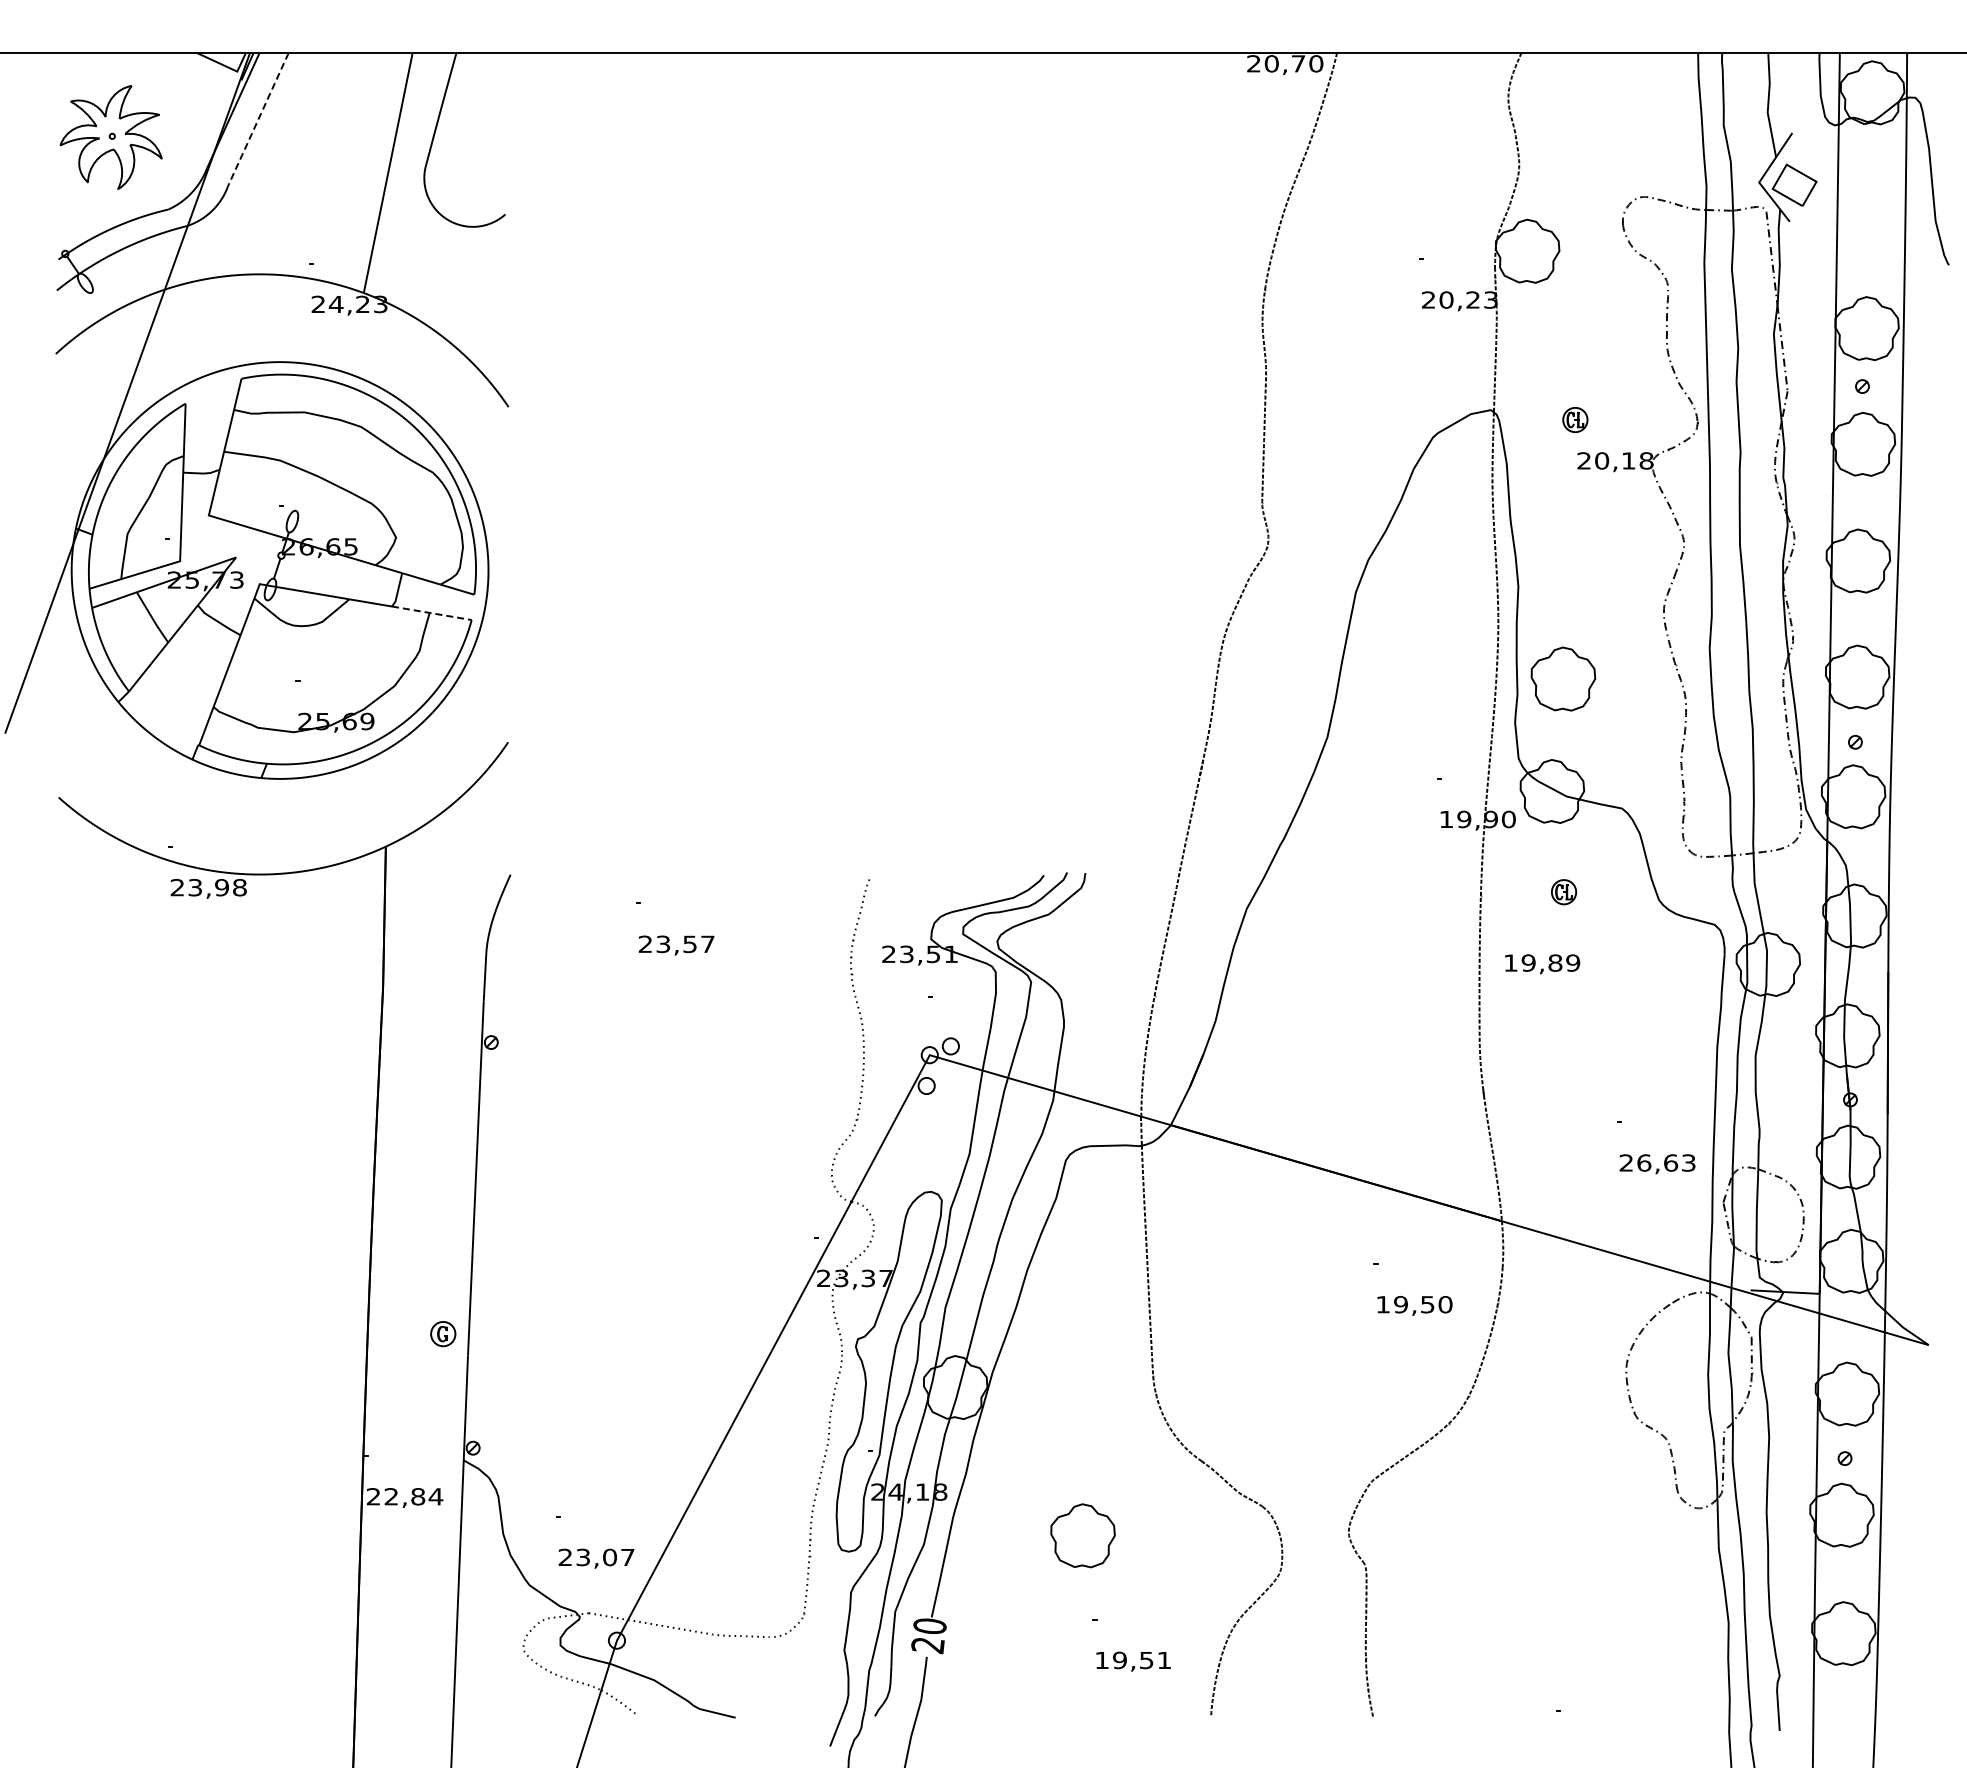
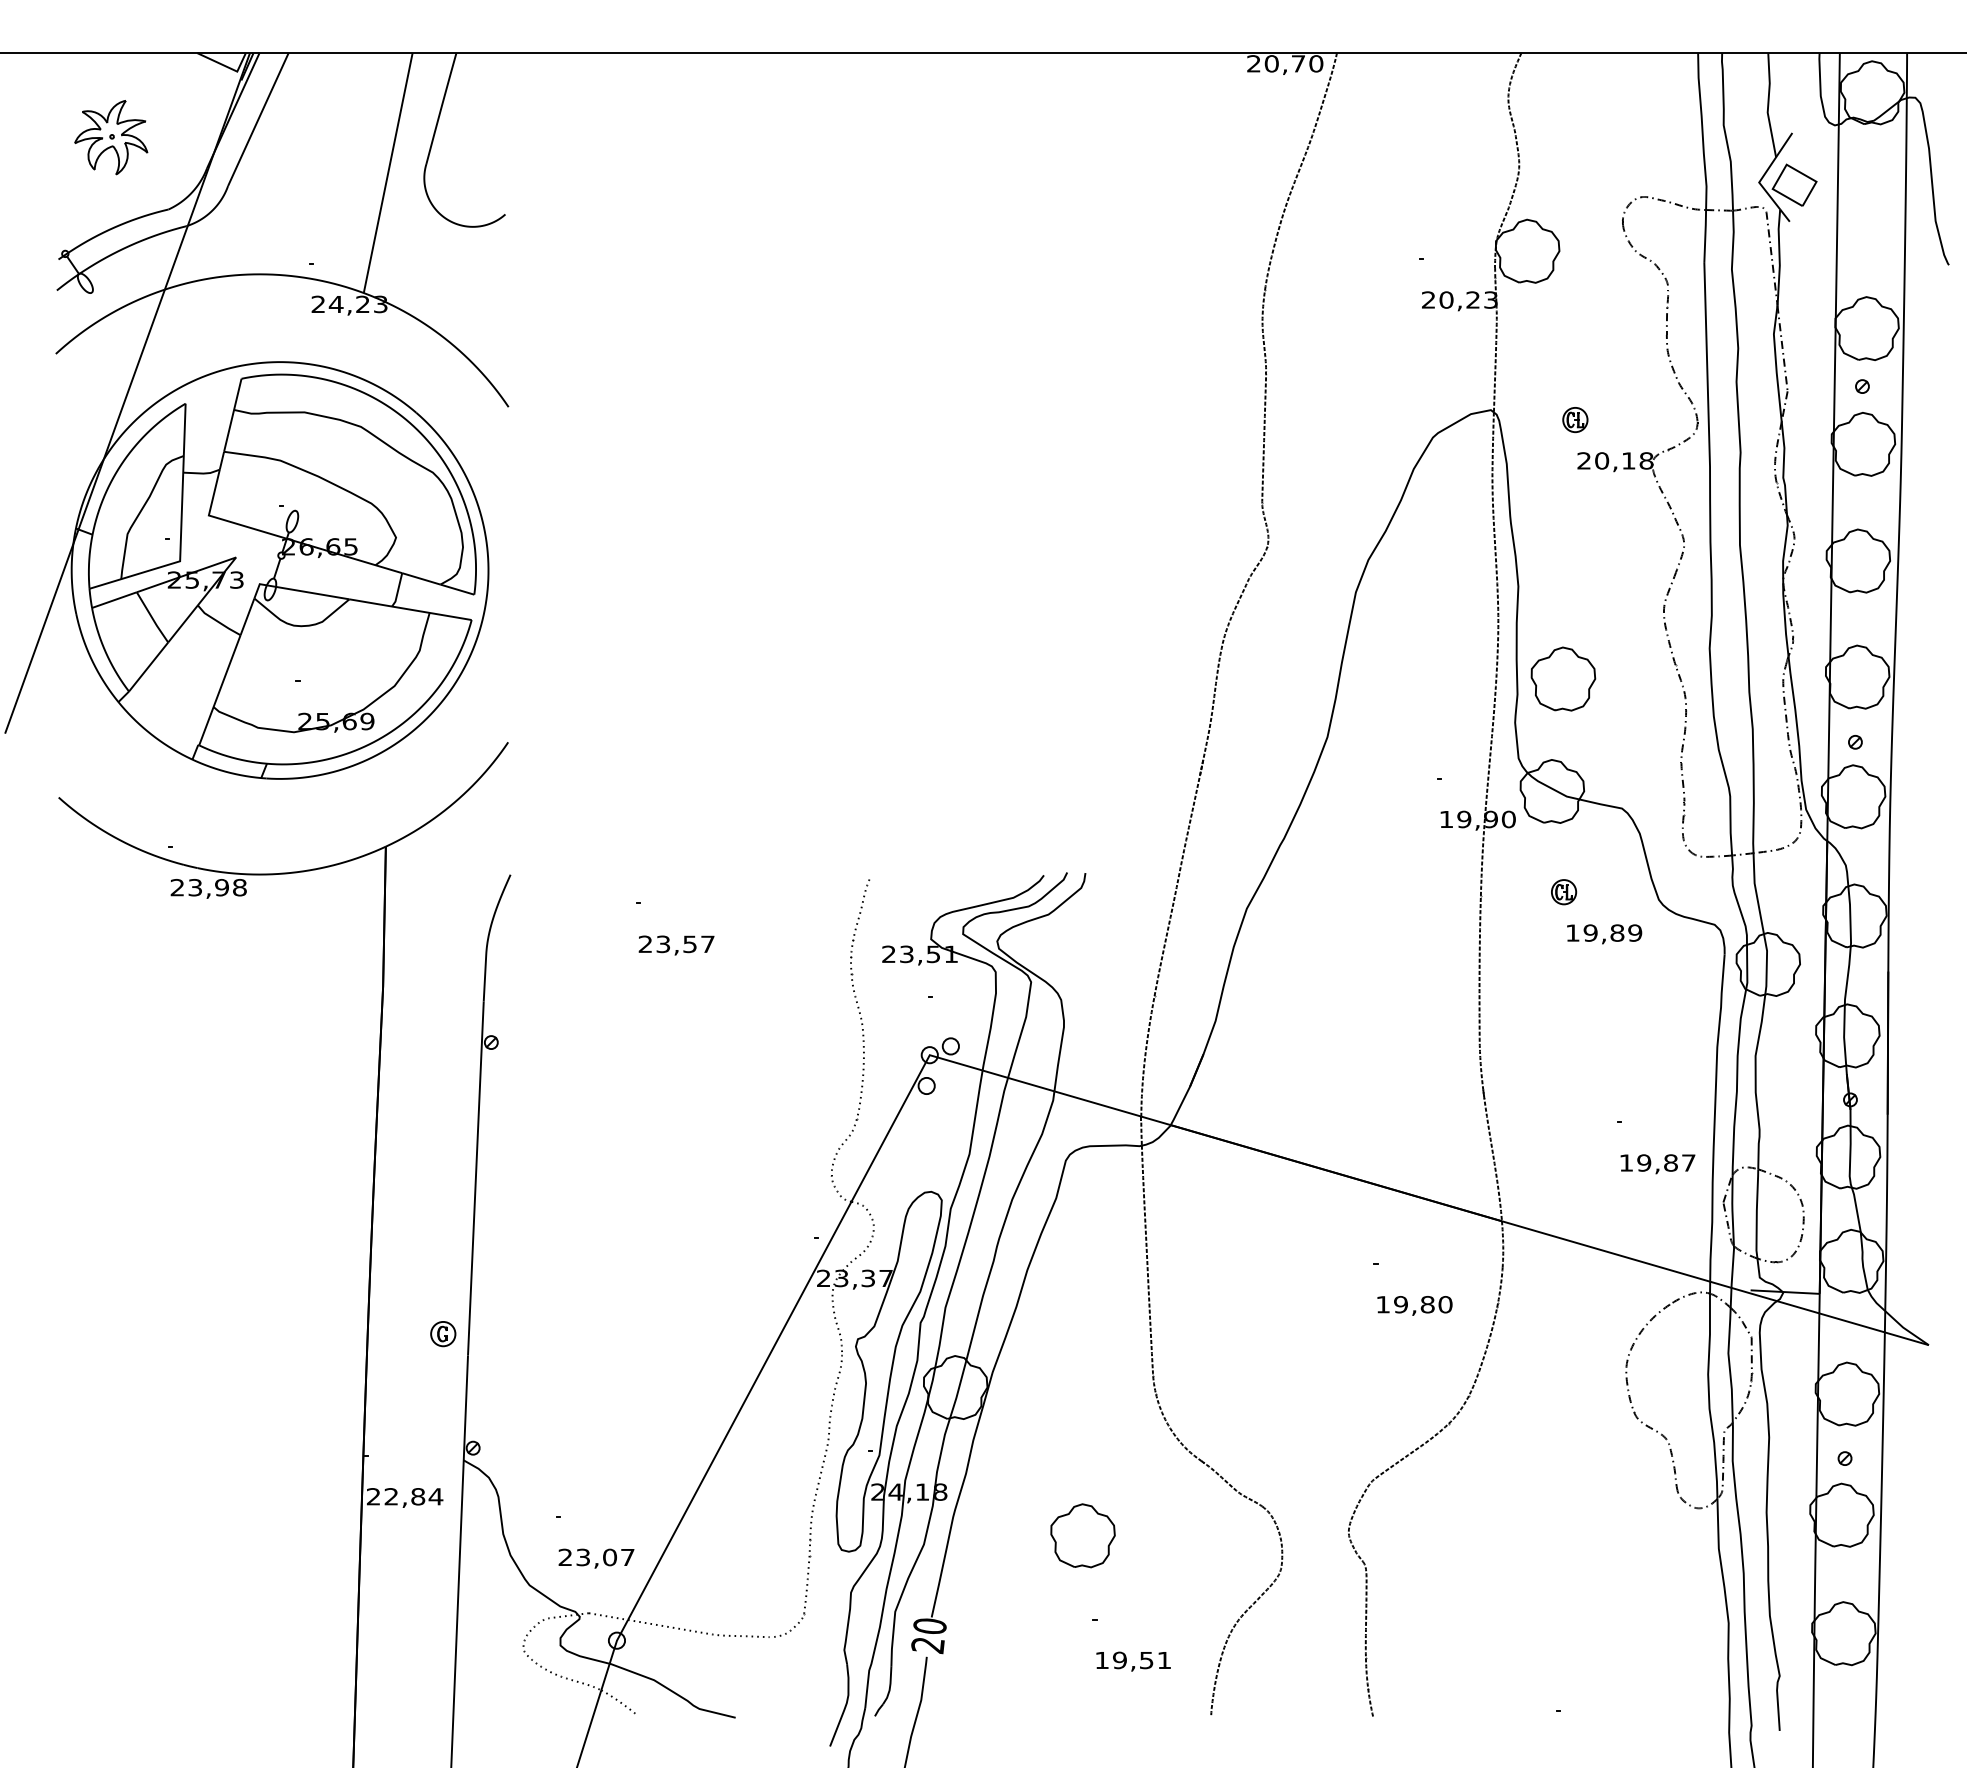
line at (258, 120): dashed -> solid
part at (110, 137) size: 104x105 px -> 75x76 px
line at (432, 613): dashed -> solid
text at (1542, 964) position: (1542, 964) -> (1604, 934)
text at (1657, 1162): 26,63 -> 19,87
text at (1427, 1304): 19,50 -> 19,80
